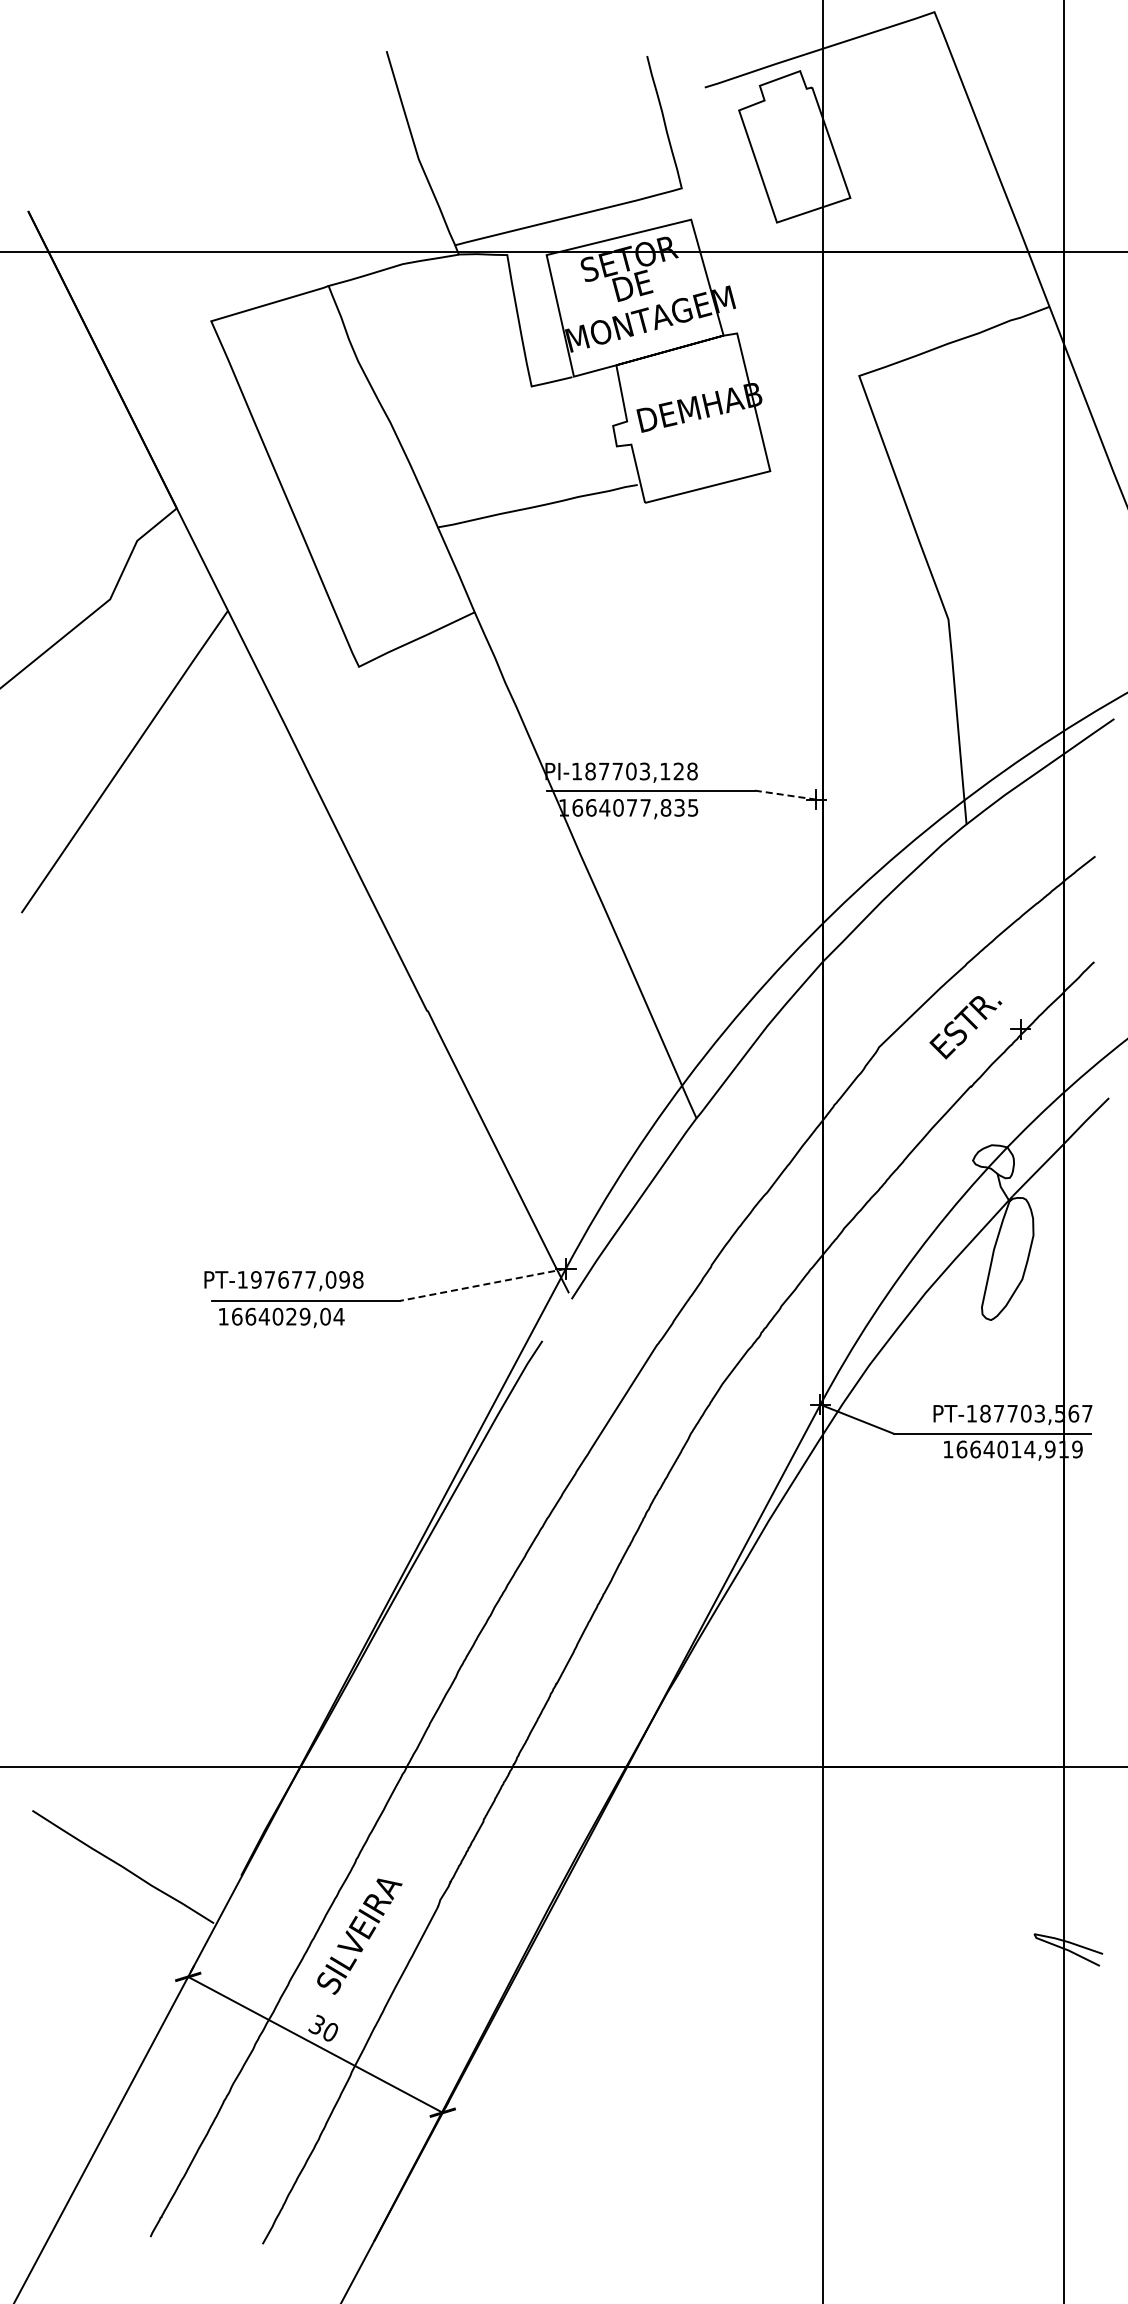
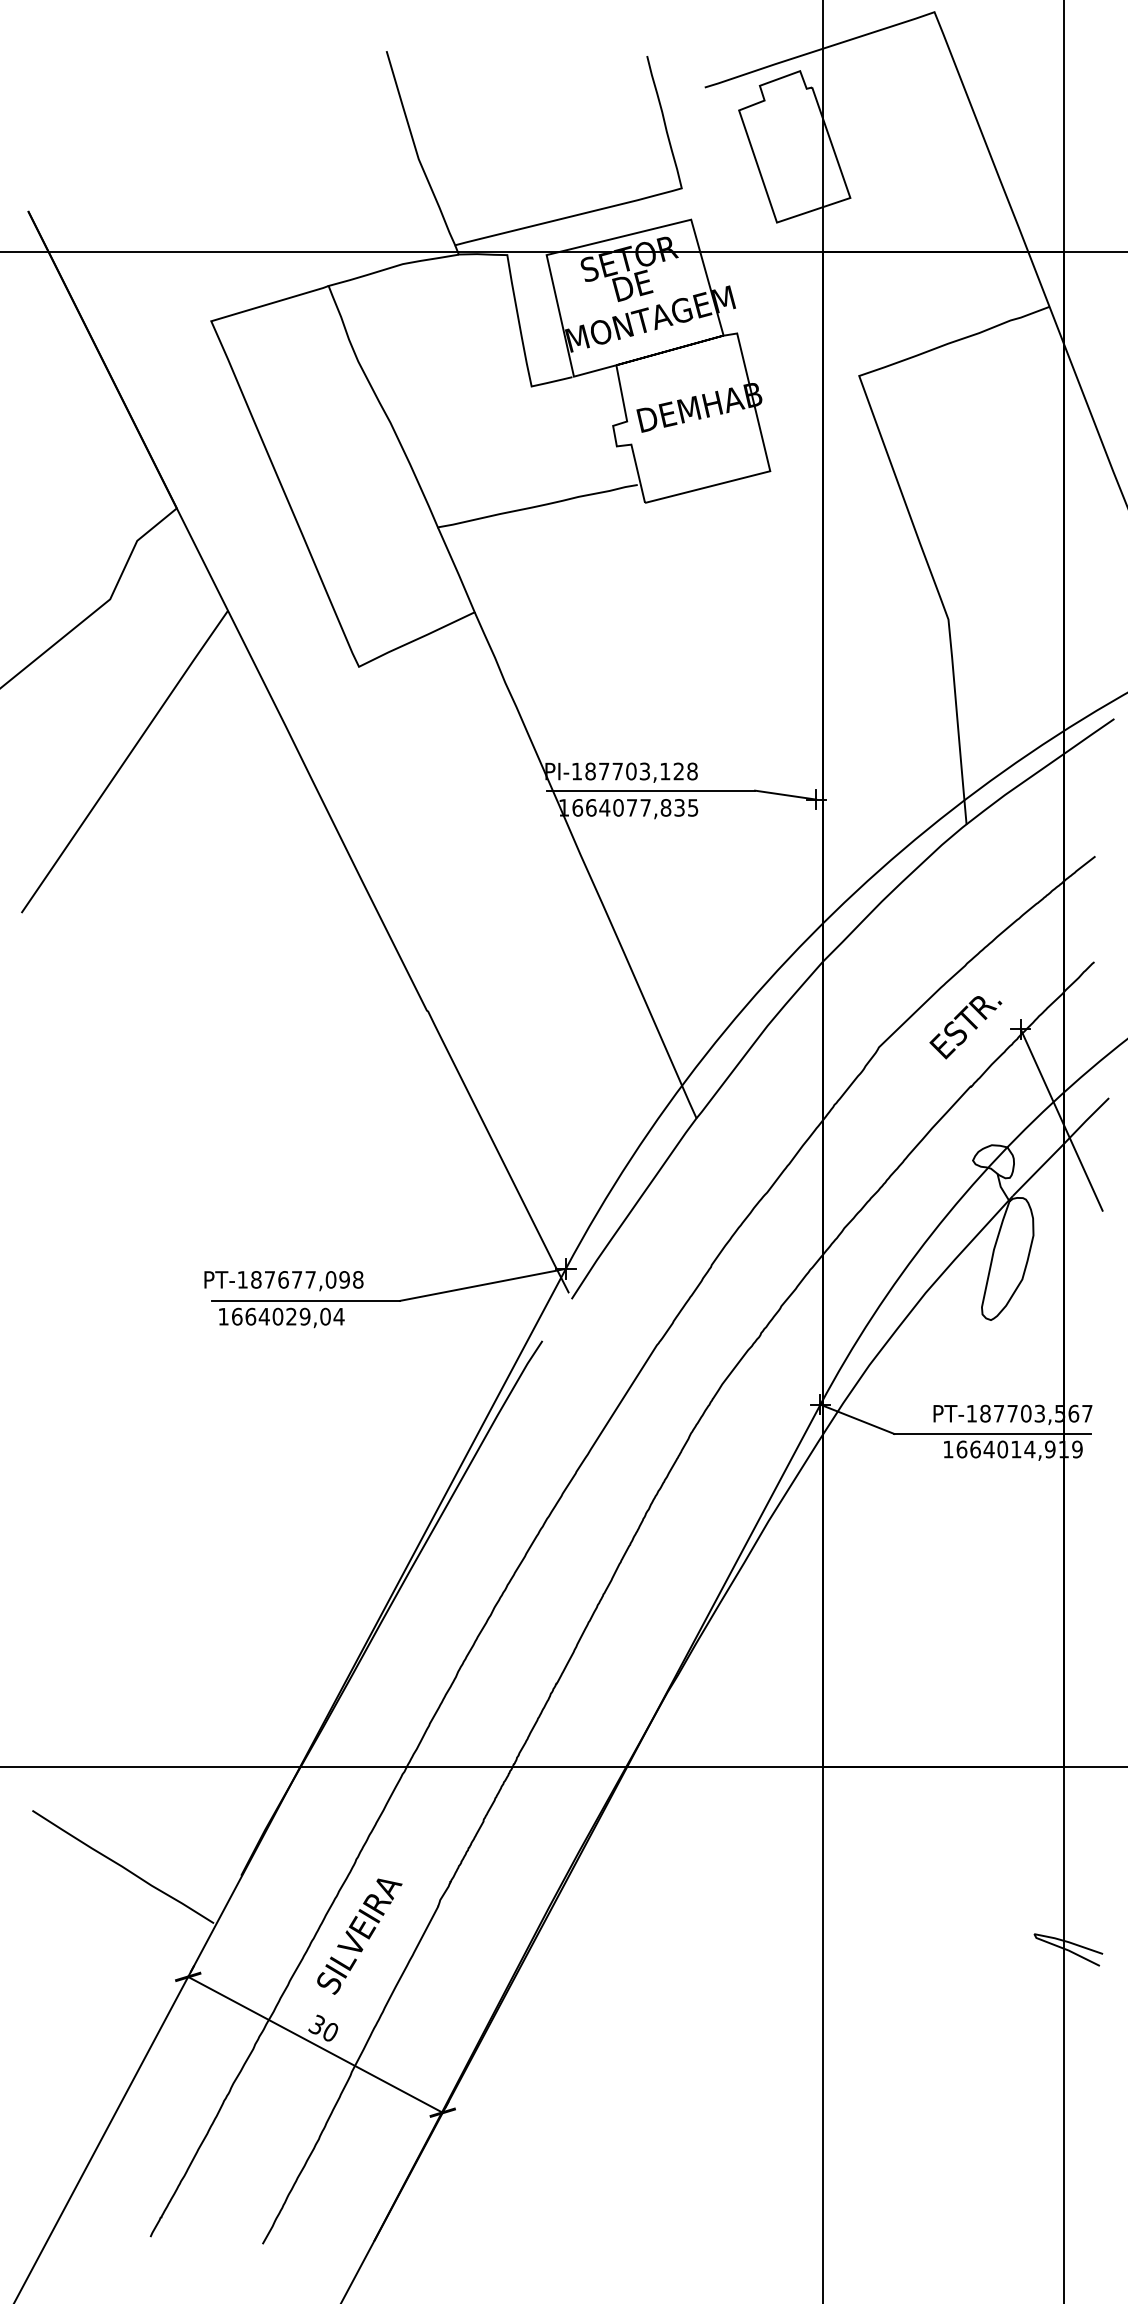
line at (785, 795): dashed -> solid
line at (1061, 1119): none -> present
text at (256, 1279): PT-197677,098 -> PT-187677,098
line at (482, 1284): dashed -> solid
